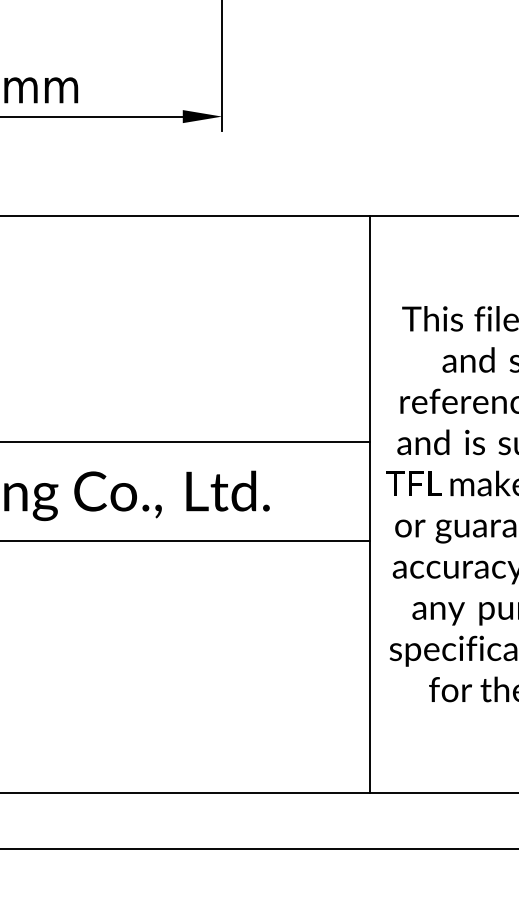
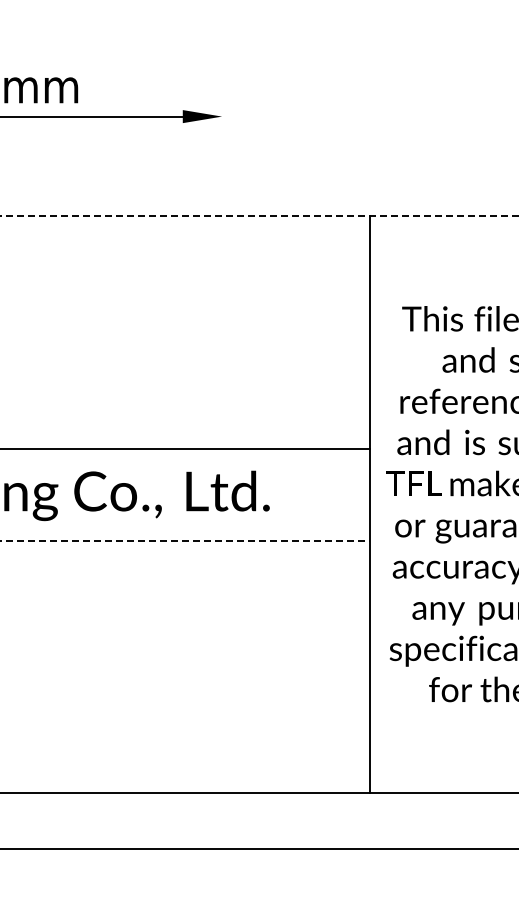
line at (222, 66): present -> none
line at (259, 215): solid -> dashed
line at (185, 442) position: (185, 442) -> (185, 449)
line at (184, 540): solid -> dashed
